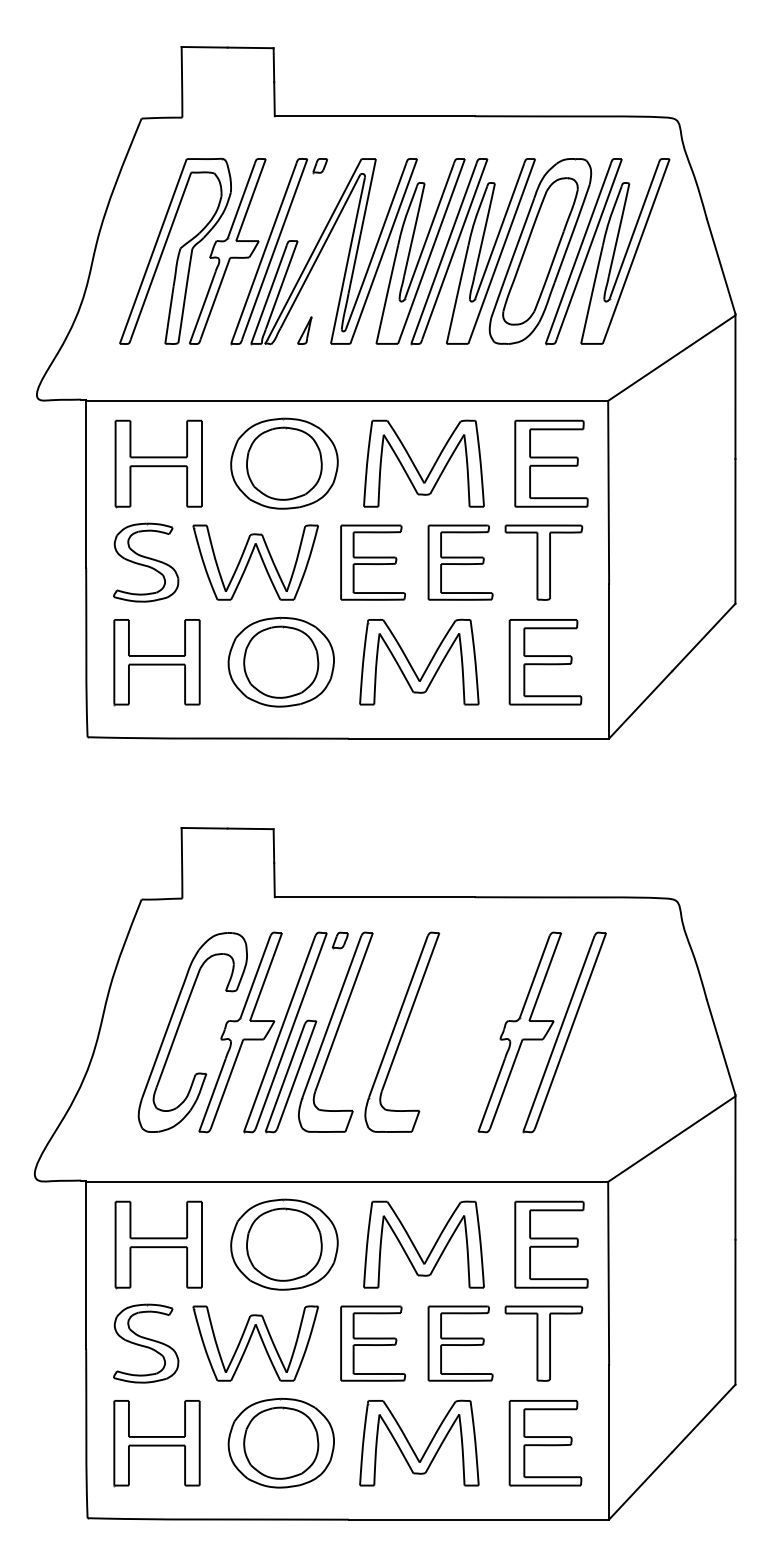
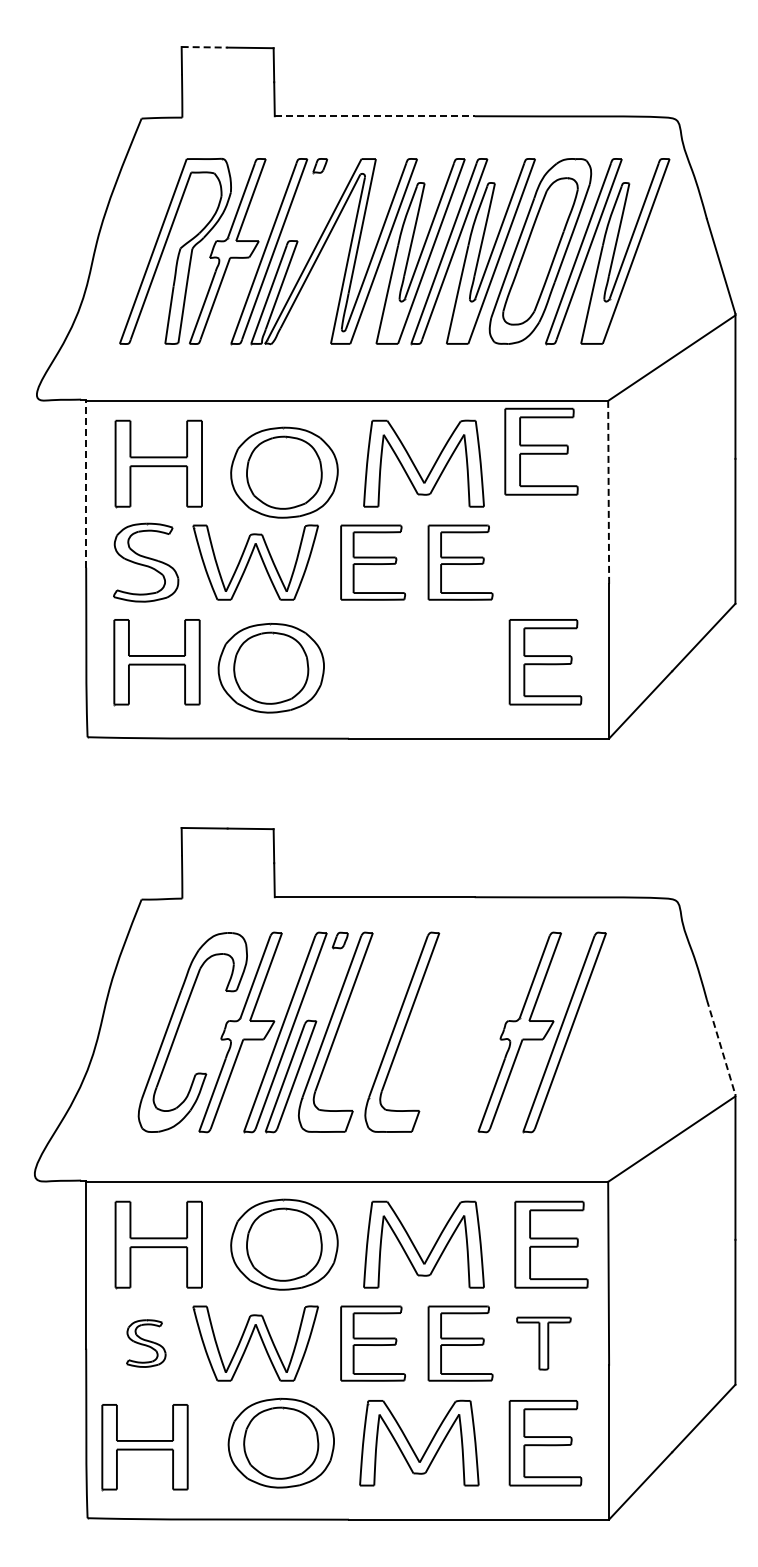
line at (204, 47): solid -> dashed
line at (374, 116): solid -> dashed
part at (304, 330): present -> none
part at (284, 463) position: (284, 463) -> (284, 472)
part at (551, 463) position: (551, 463) -> (541, 451)
line at (86, 483): solid -> dashed
line at (608, 492): solid -> dashed
part at (543, 562): present -> none
part at (280, 662) position: (280, 662) -> (270, 668)
part at (411, 664): present -> none
line at (721, 1047): solid -> dashed
part at (146, 1343) size: 67x81 px -> 41x49 px
part at (543, 1343) size: 80x77 px -> 56x55 px
part at (156, 1443) position: (156, 1443) -> (144, 1447)
